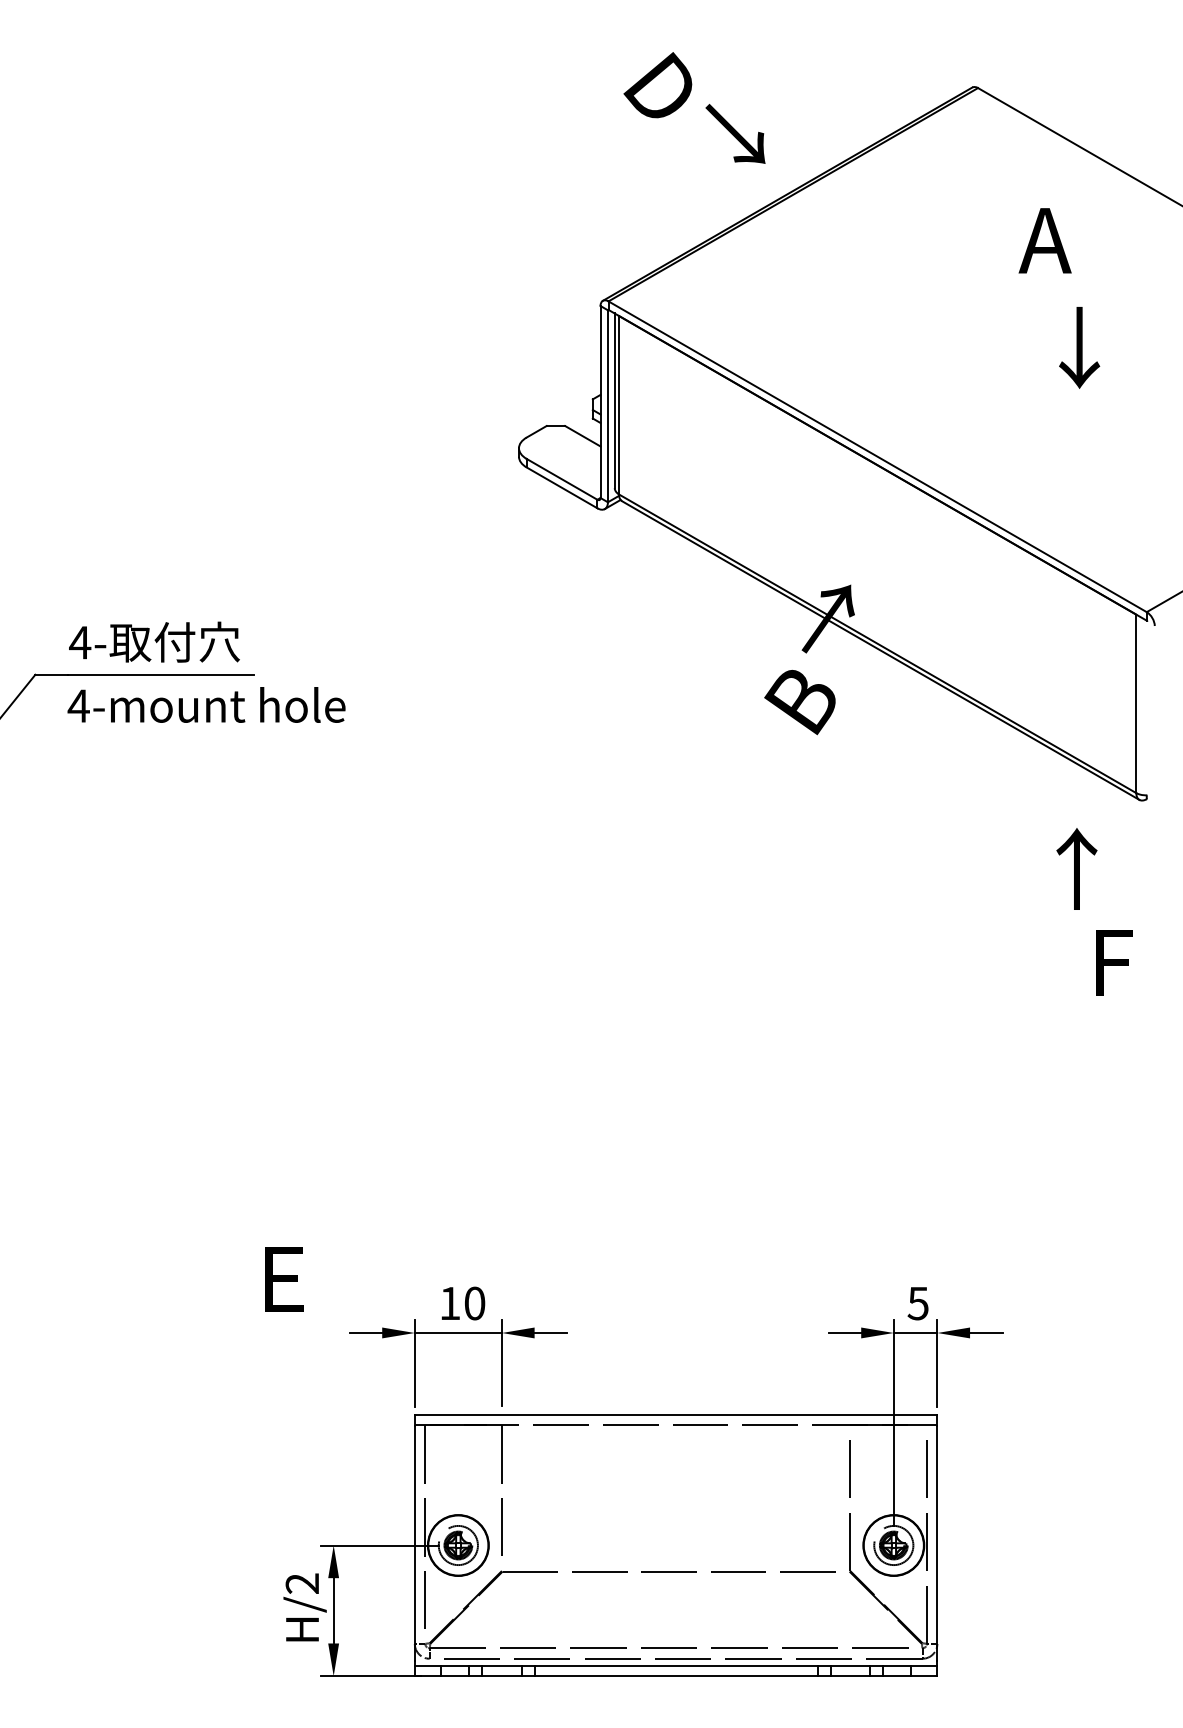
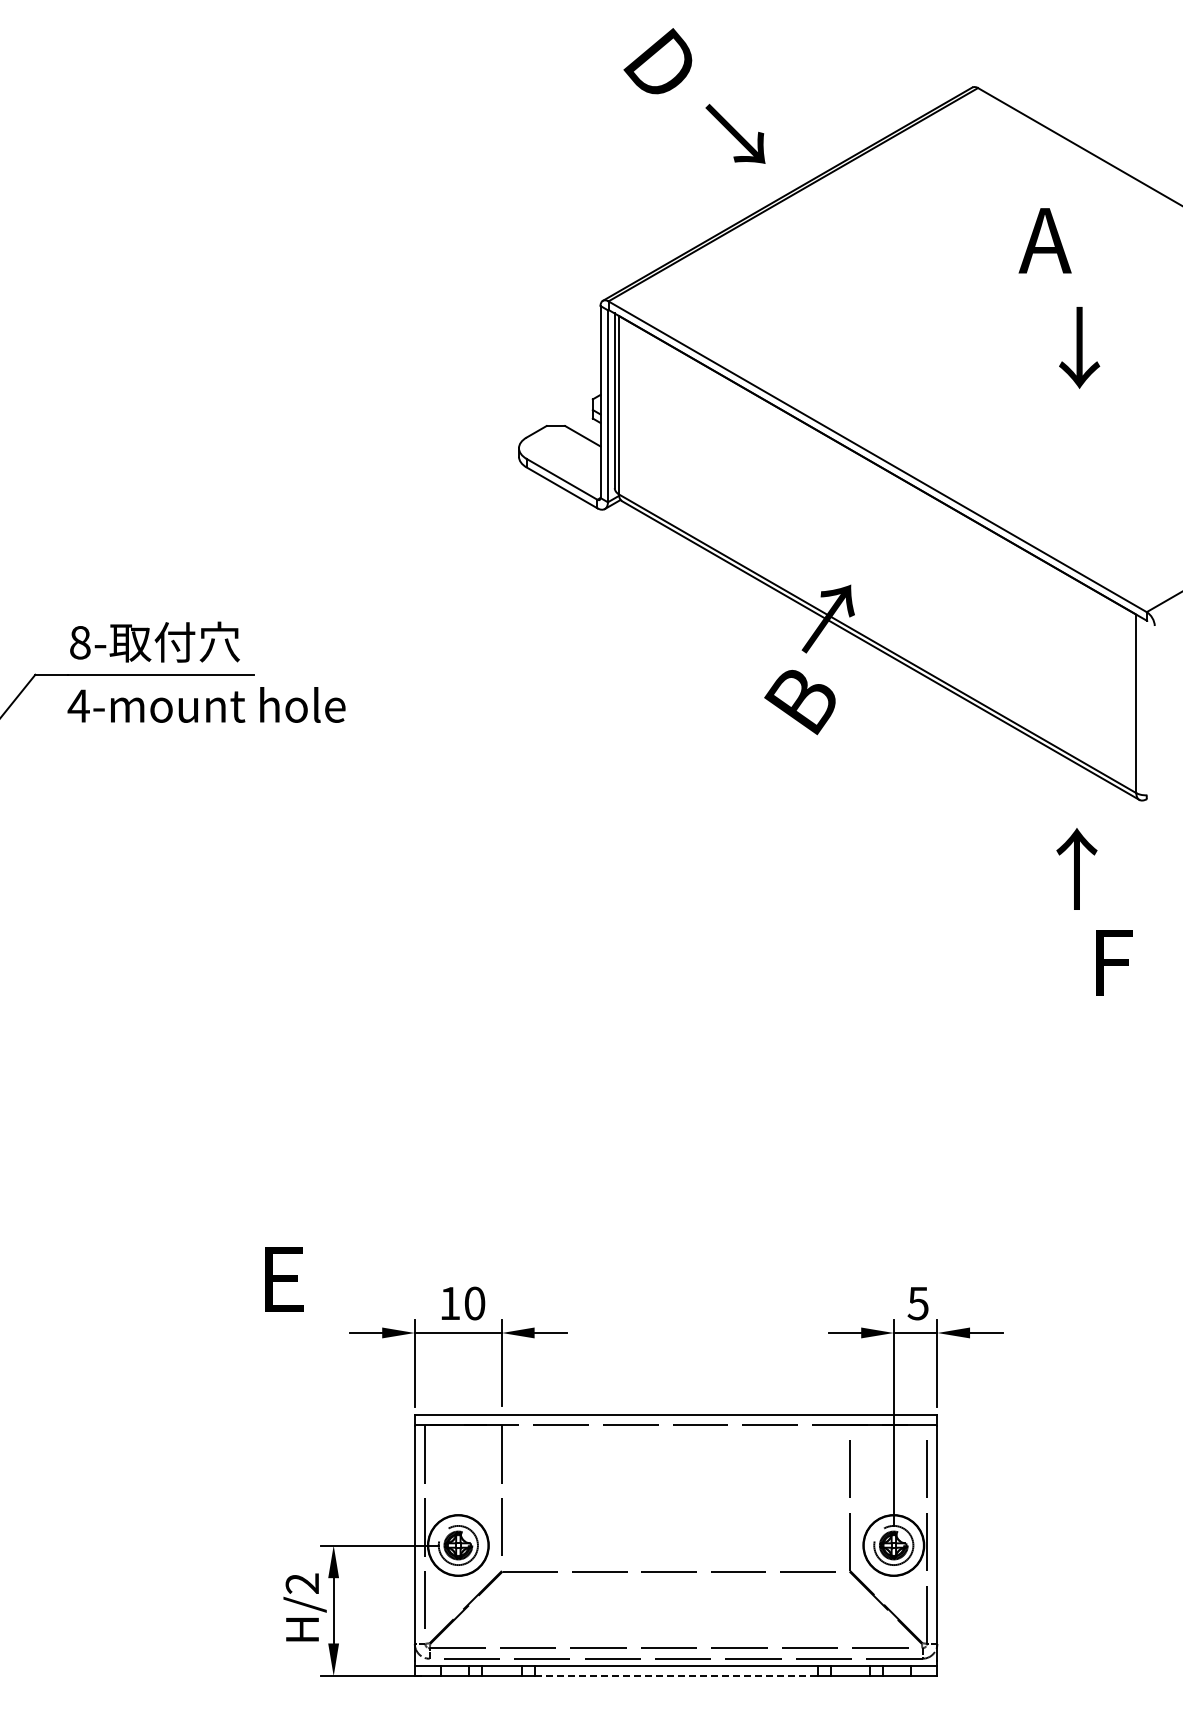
text at (657, 85) position: (657, 85) -> (657, 61)
text at (80, 642): 4- -> 8-
line at (676, 1676): solid -> dashed
